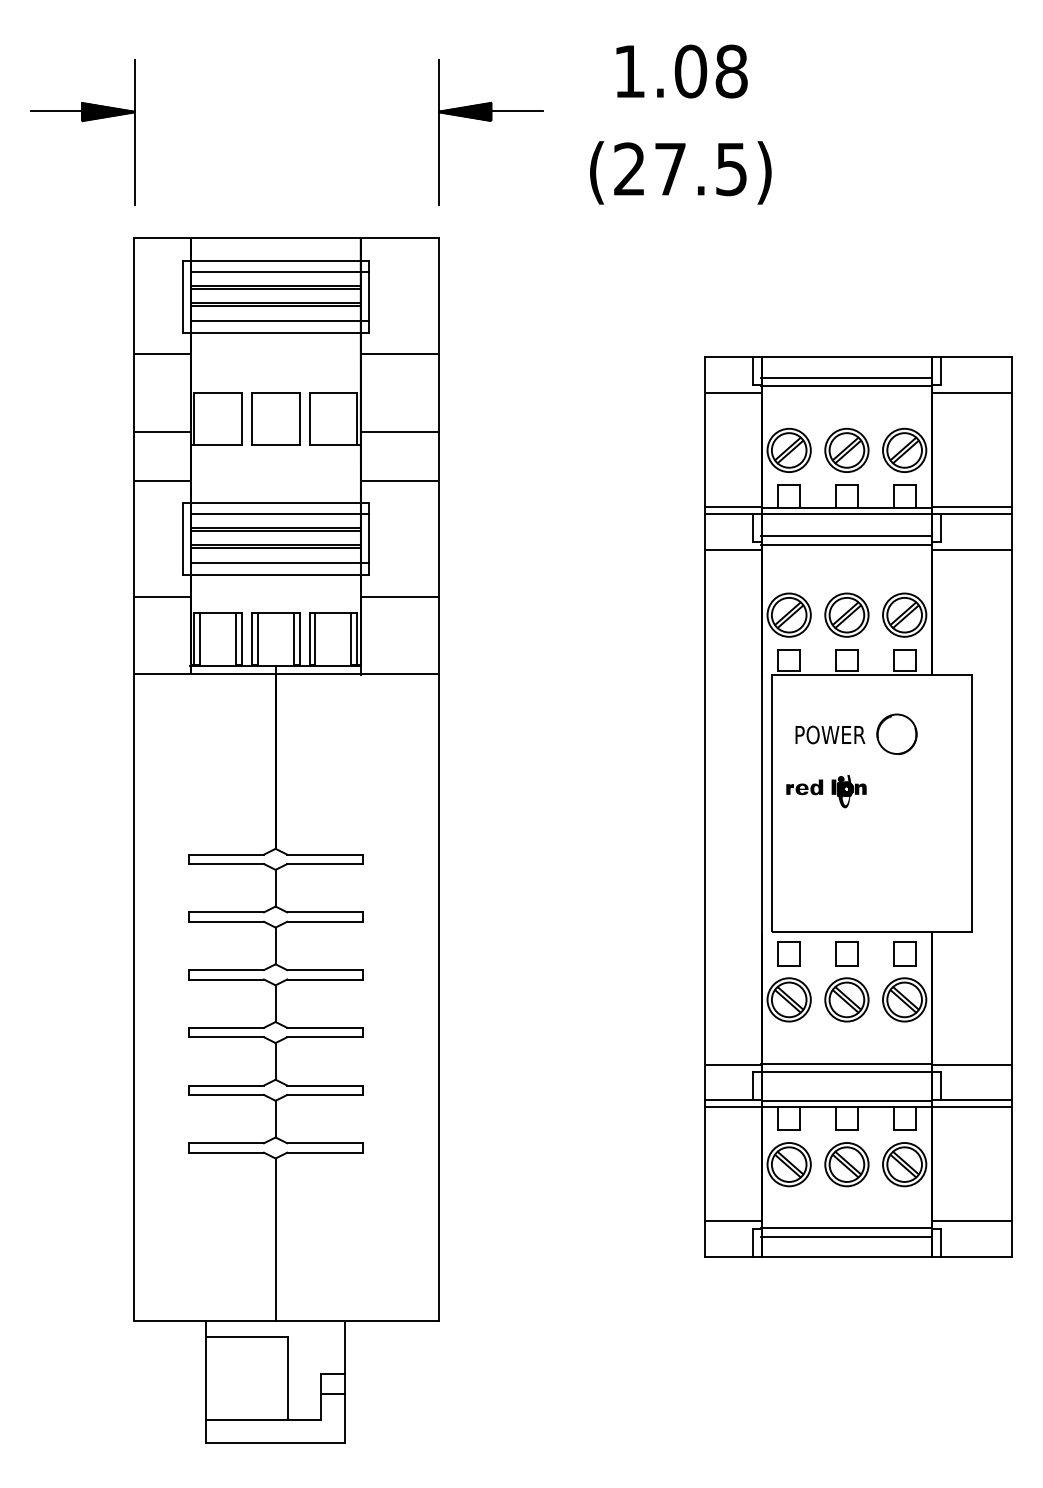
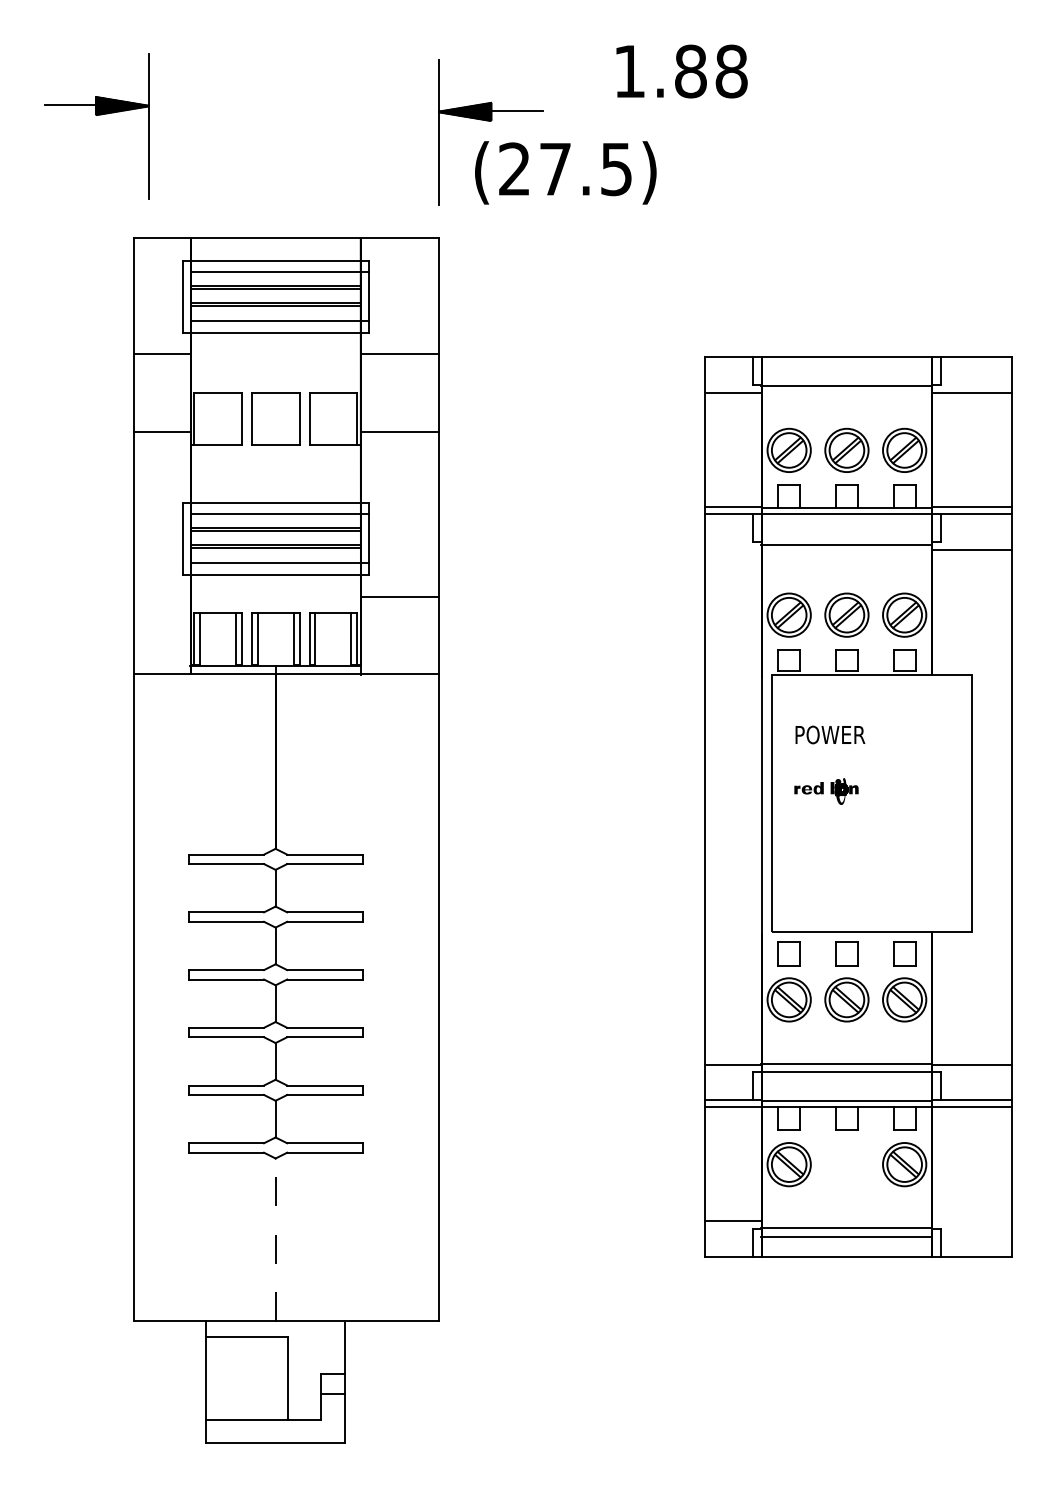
text at (690, 71): 1.08 -> 1.88
part at (82, 121) position: (82, 121) -> (96, 115)
text at (680, 172) position: (680, 172) -> (565, 172)
line at (846, 377): present -> none
line at (162, 481): present -> none
line at (399, 481): present -> none
line at (846, 535): present -> none
line at (733, 549): present -> none
line at (162, 596): present -> none
part at (896, 734): present -> none
part at (826, 791) size: 81x34 px -> 65x27 px
part at (846, 1164): present -> none
line at (971, 1221): present -> none
line at (275, 1239): solid -> dashed
